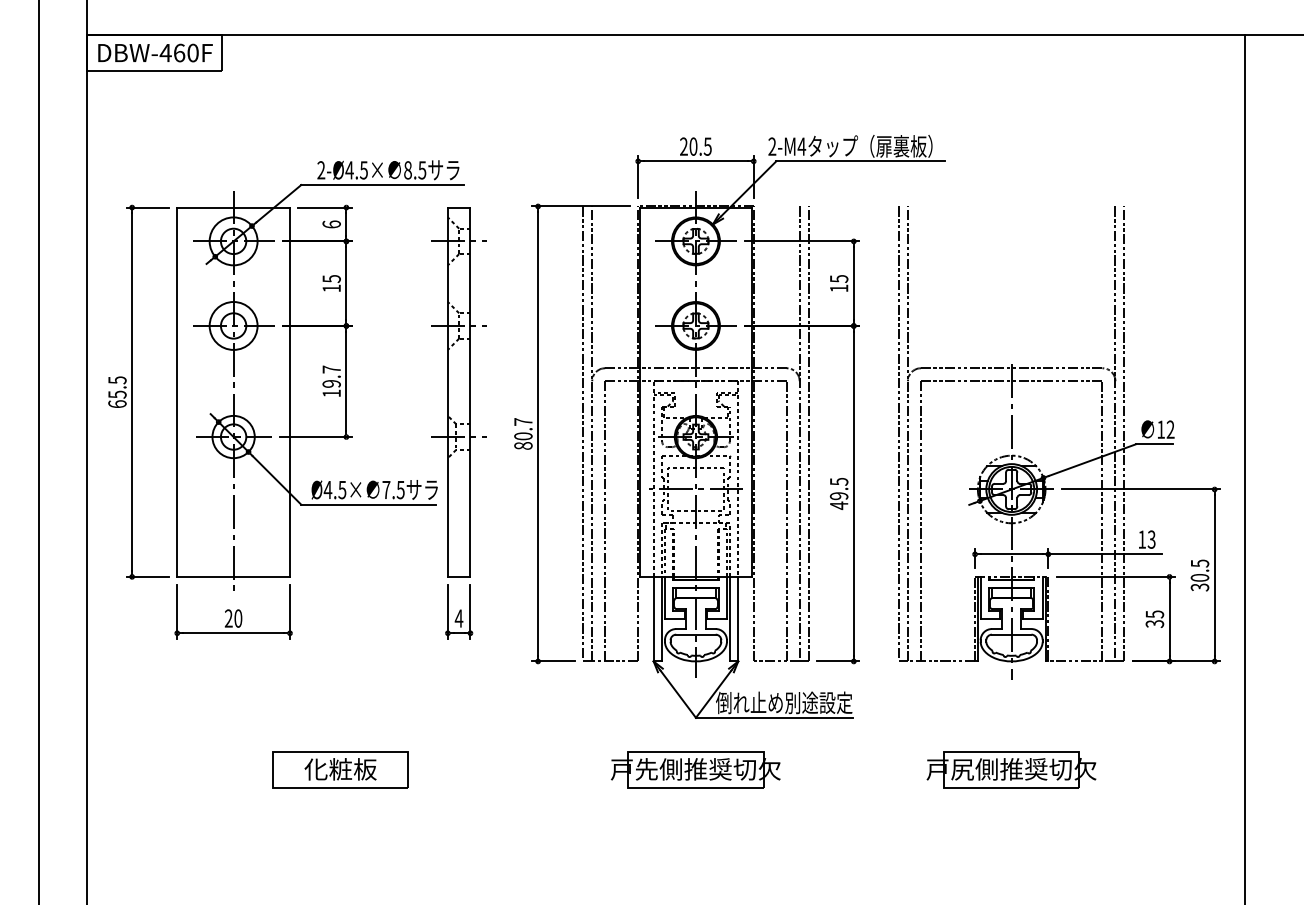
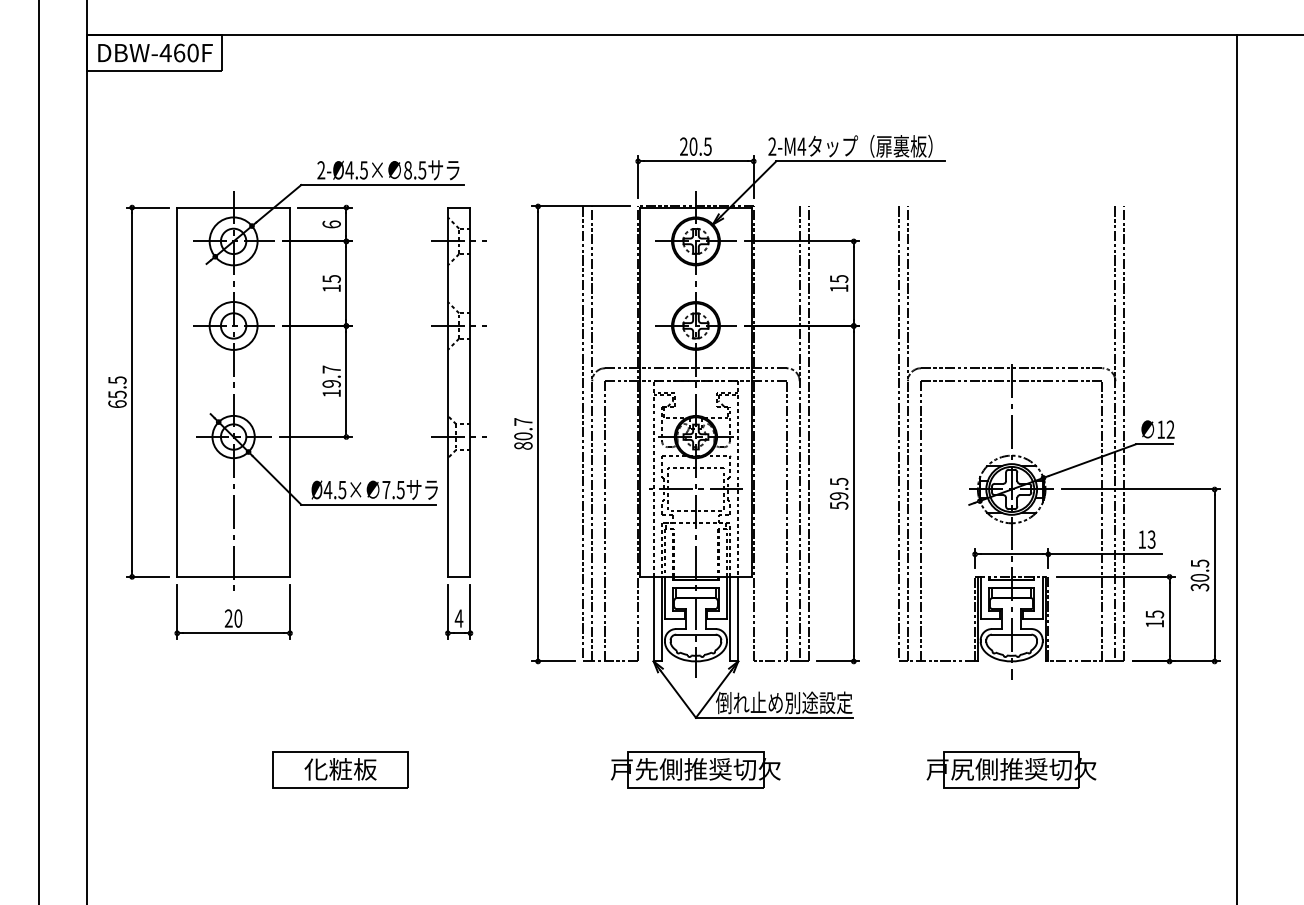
line at (1245, 468) position: (1245, 468) -> (1237, 468)
text at (839, 505): 49.5 -> 59.5
text at (1154, 623): 35 -> 15
